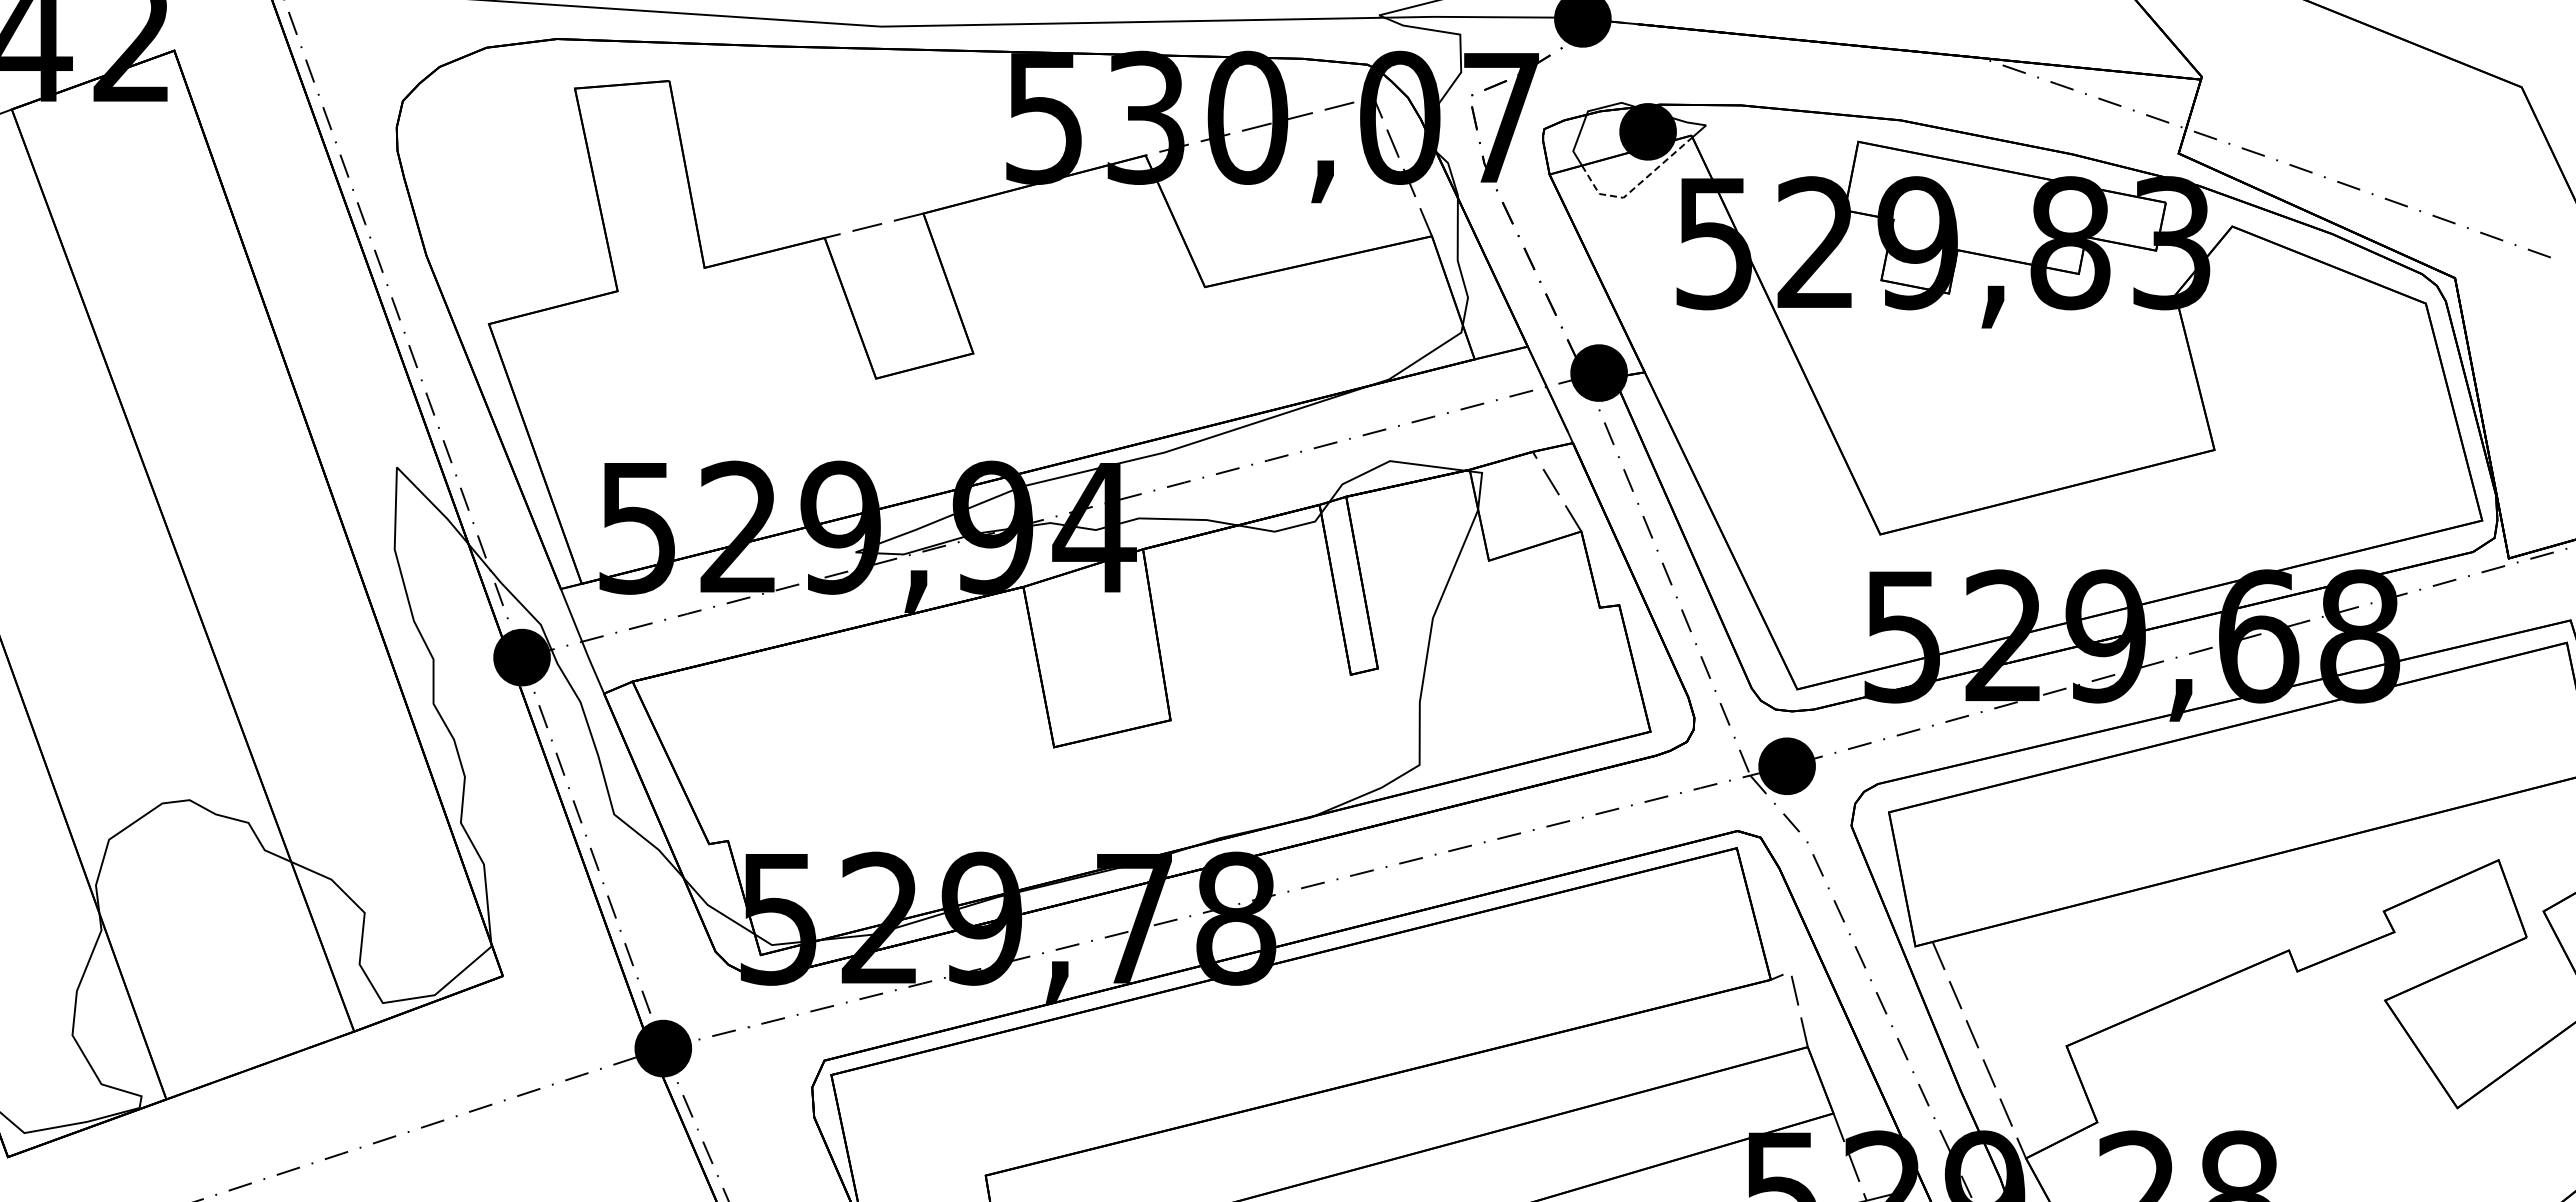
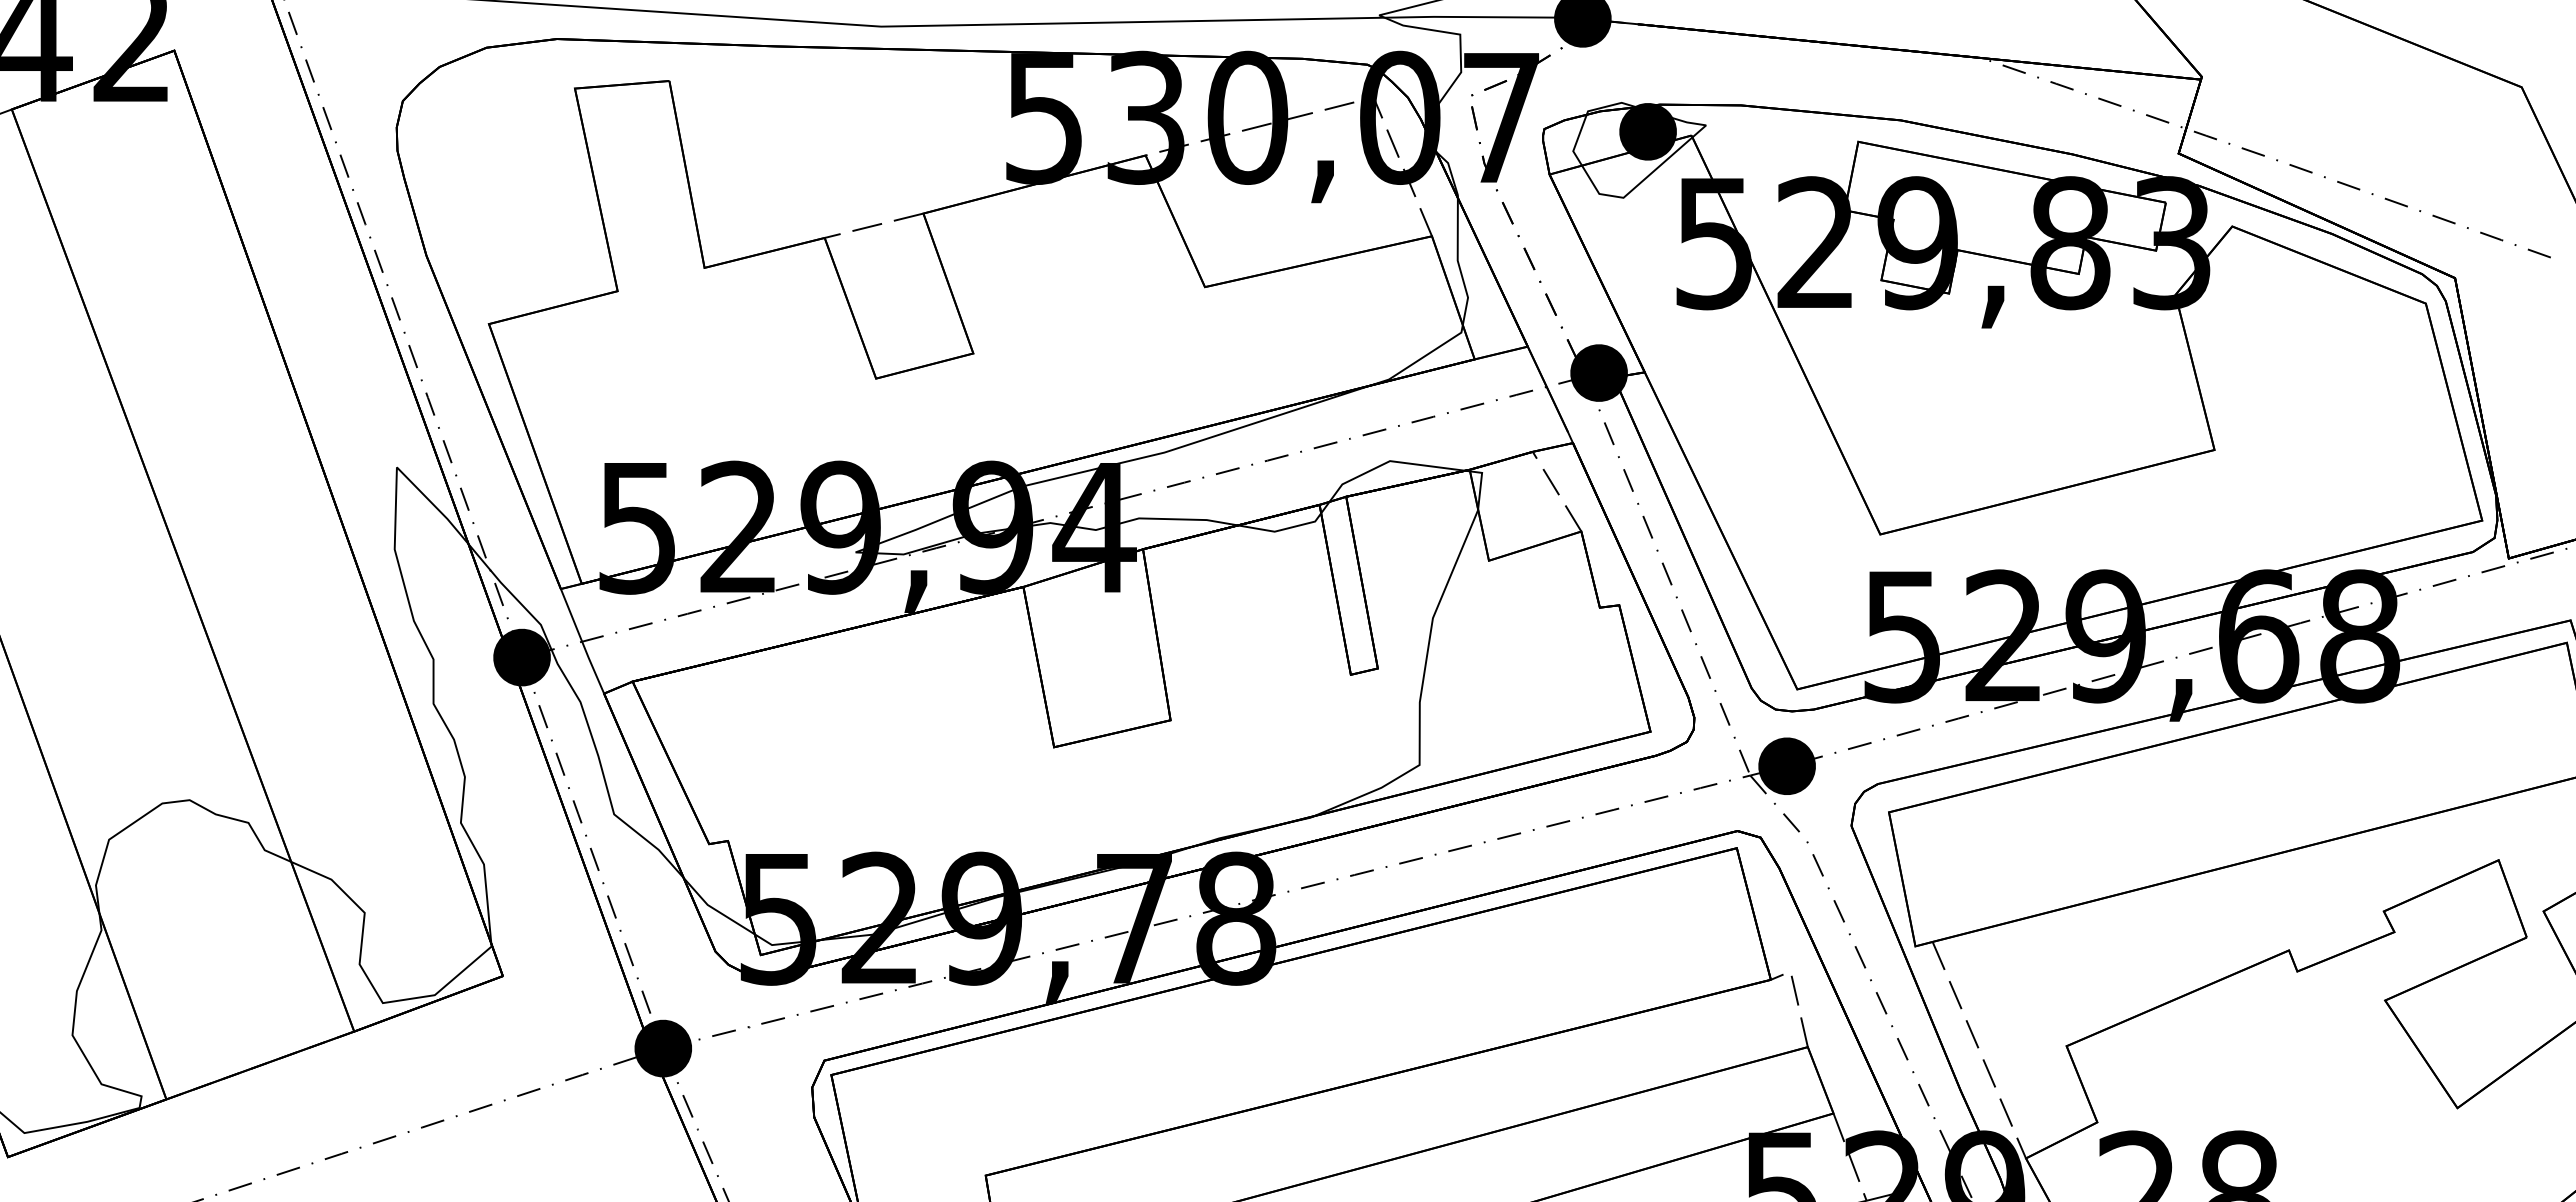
line at (1635, 187): dashed -> solid
